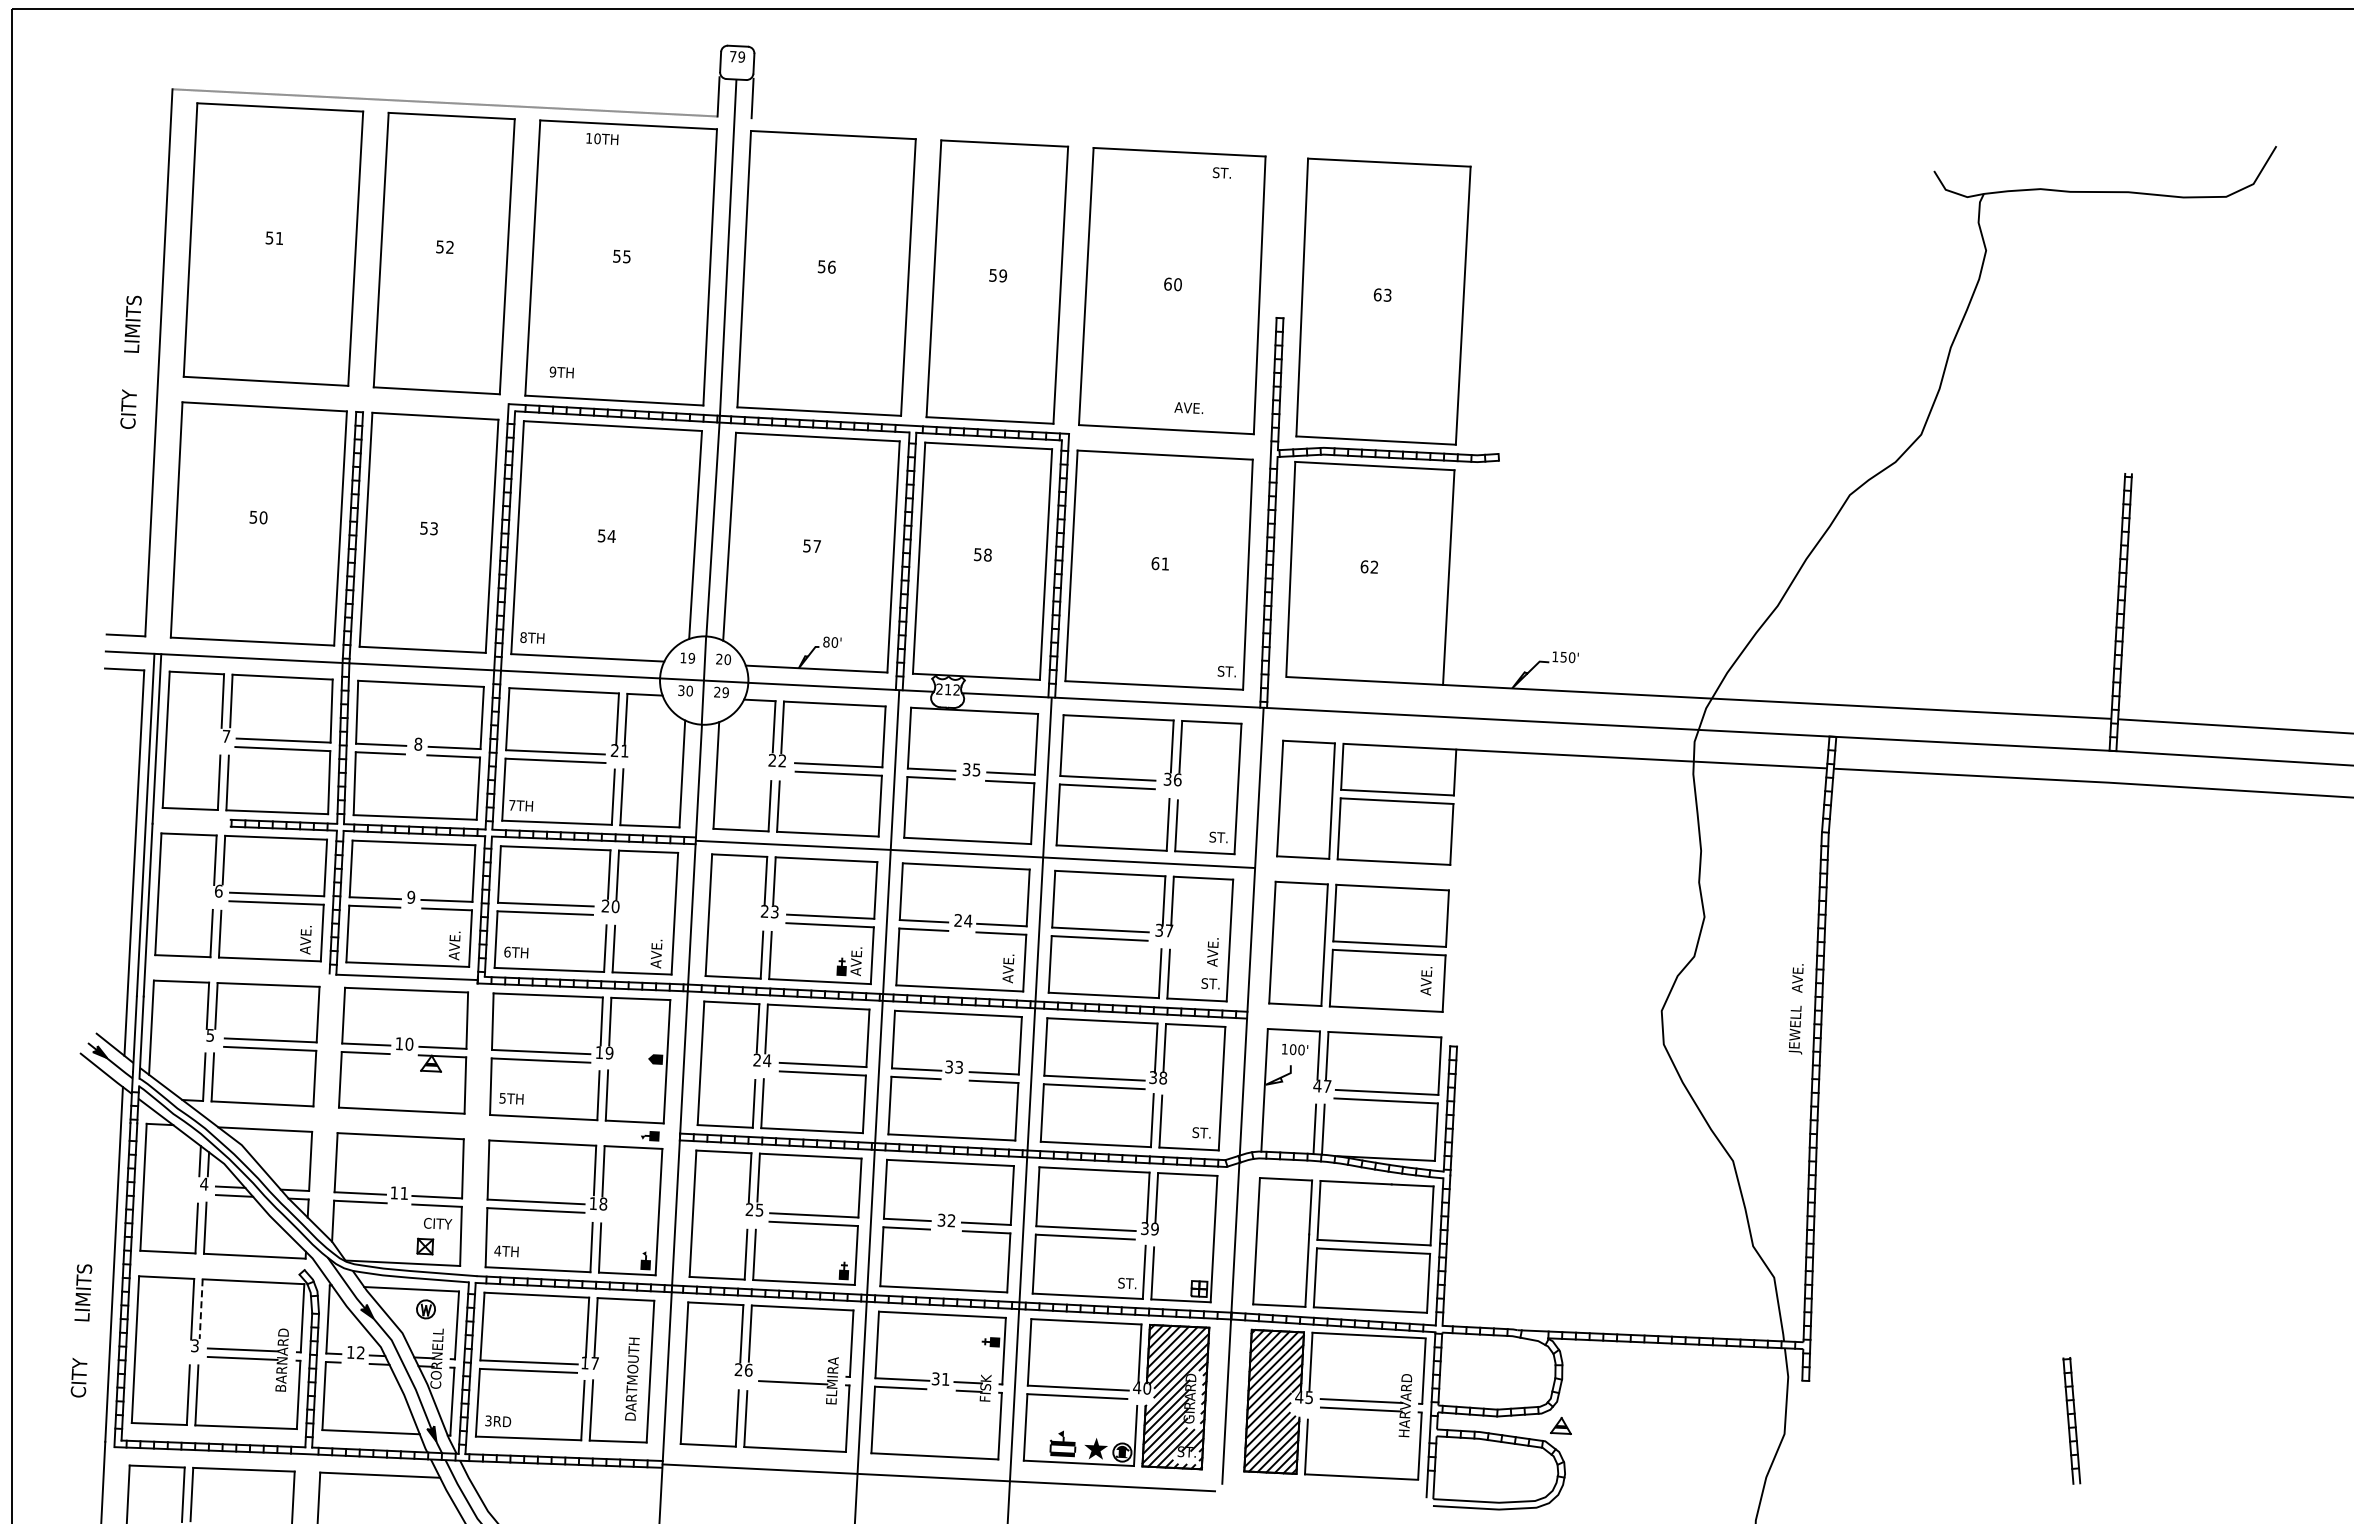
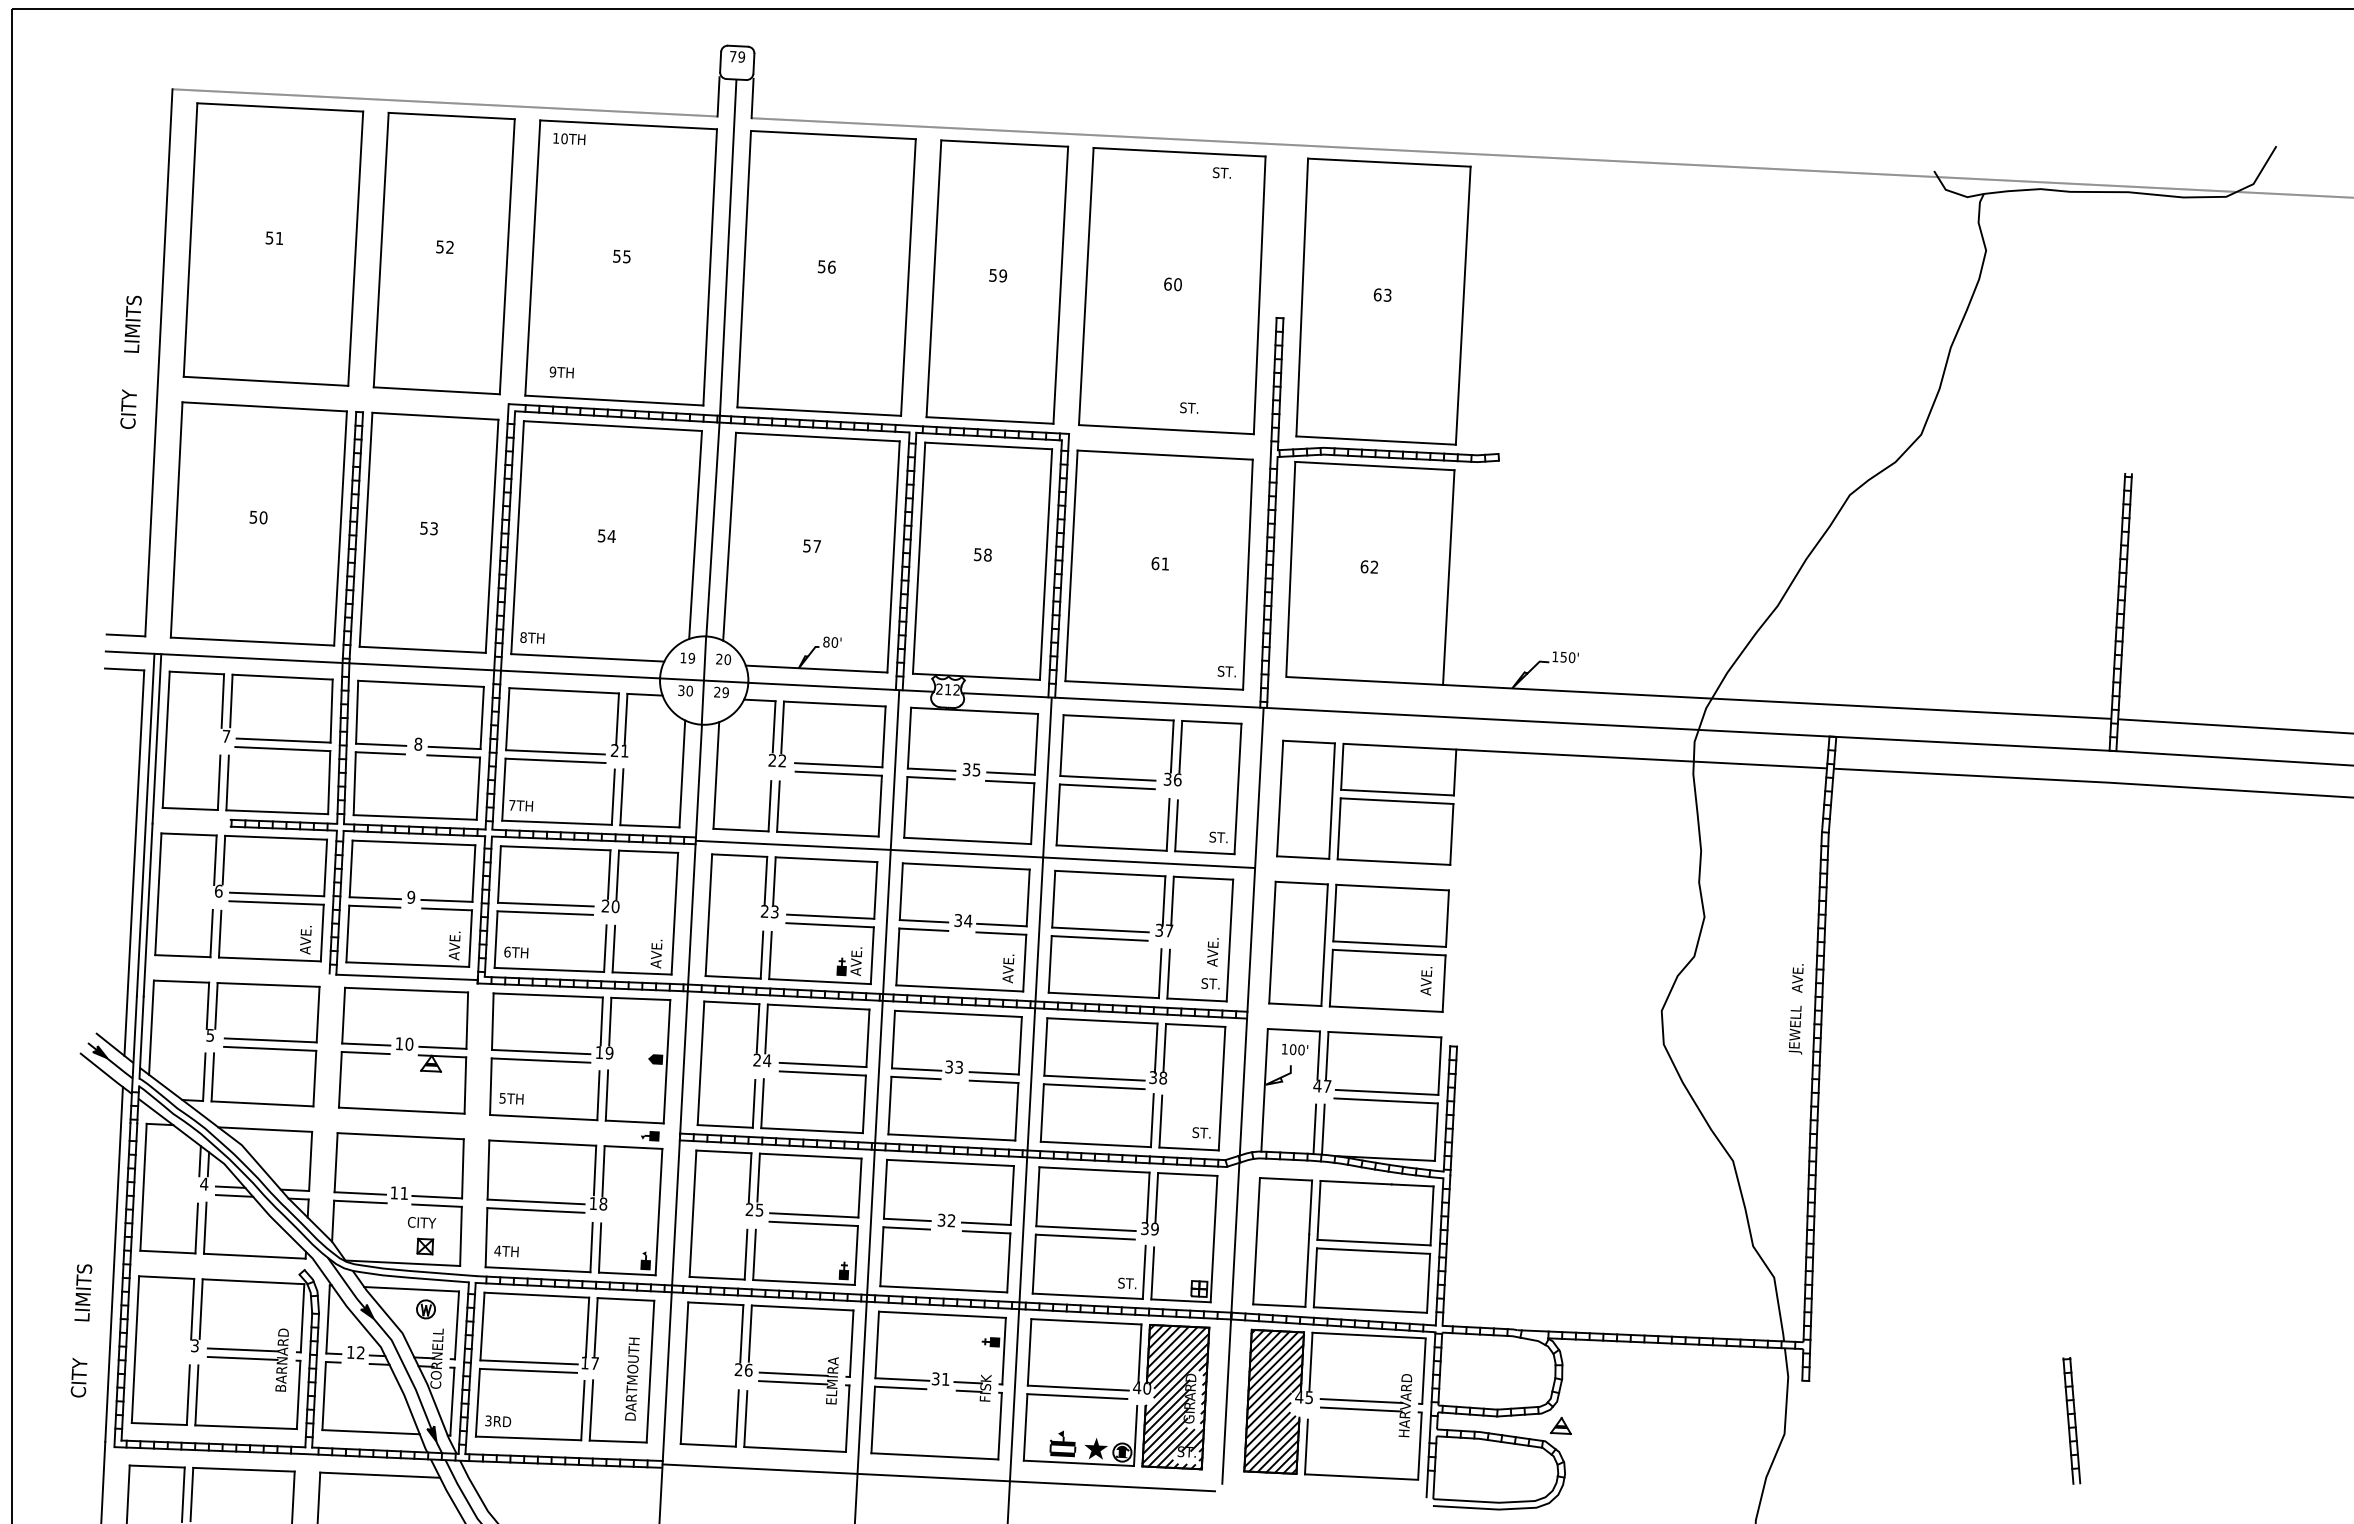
text at (602, 139) position: (602, 139) -> (569, 139)
line at (1550, 157): none -> present
text at (1188, 407): AVE. -> ST.
text at (957, 920): 24 -> 34
text at (438, 1223) position: (438, 1223) -> (422, 1222)
line at (201, 1309): dashed -> solid
line at (793, 1373): none -> present
